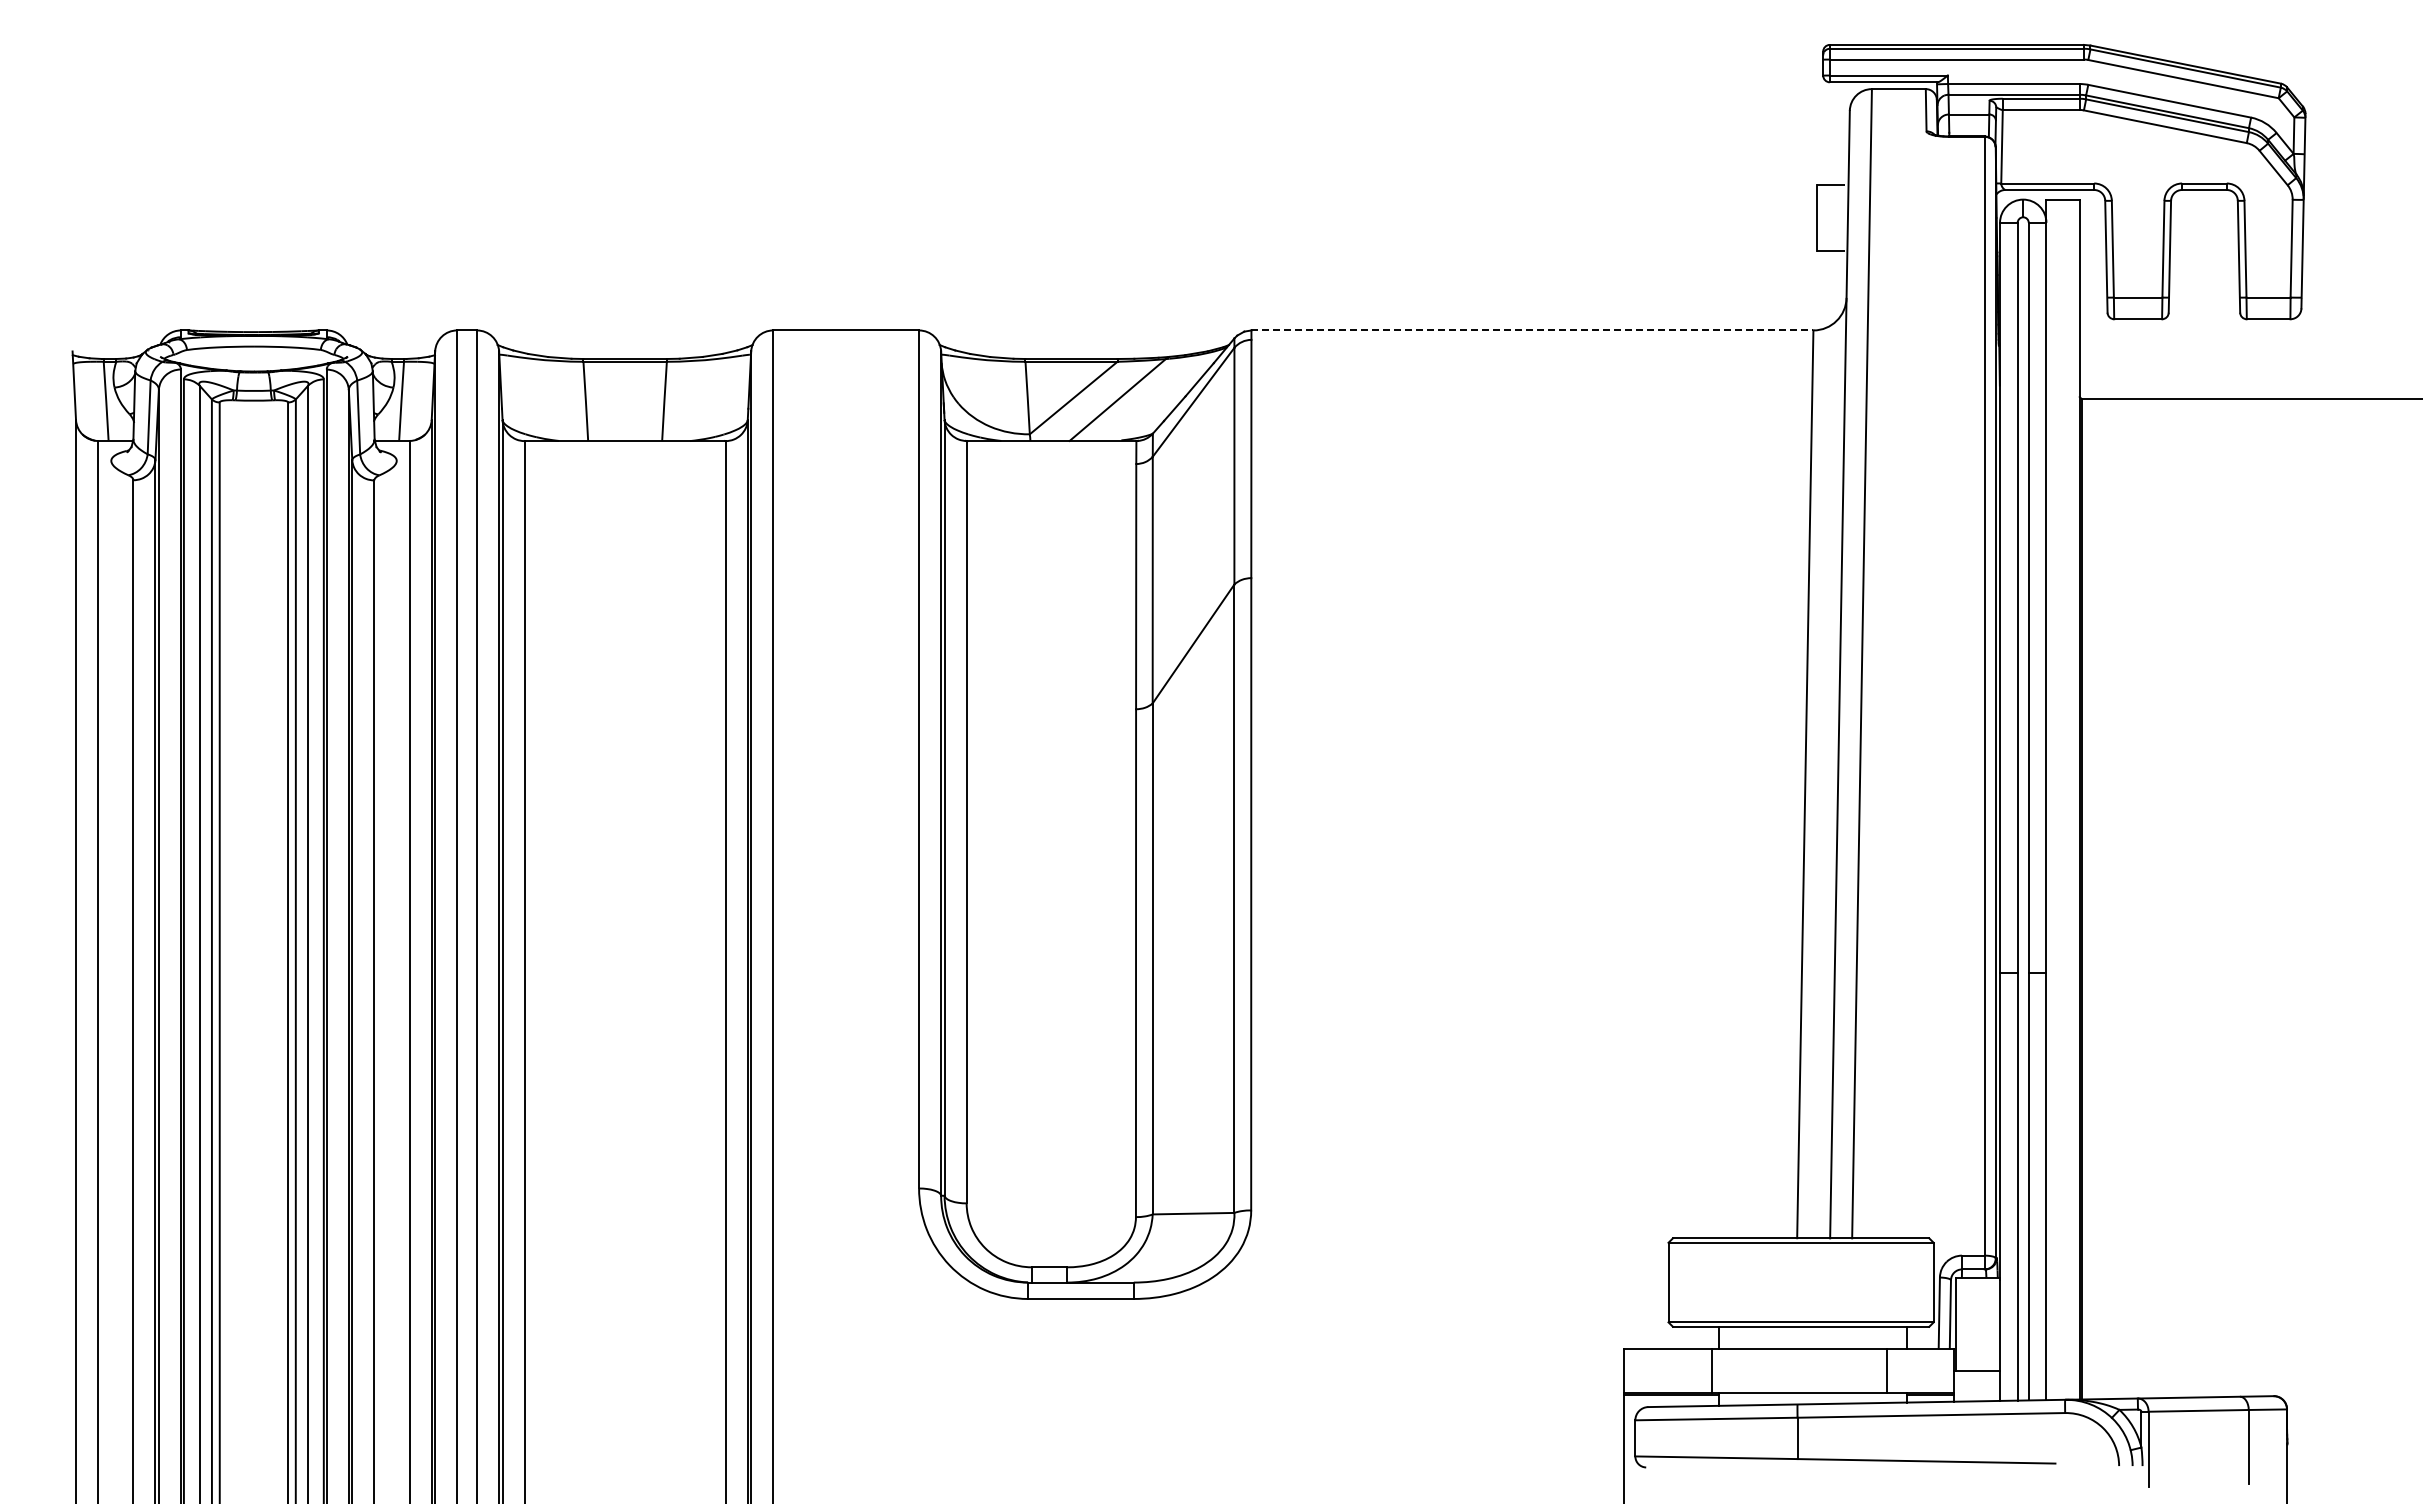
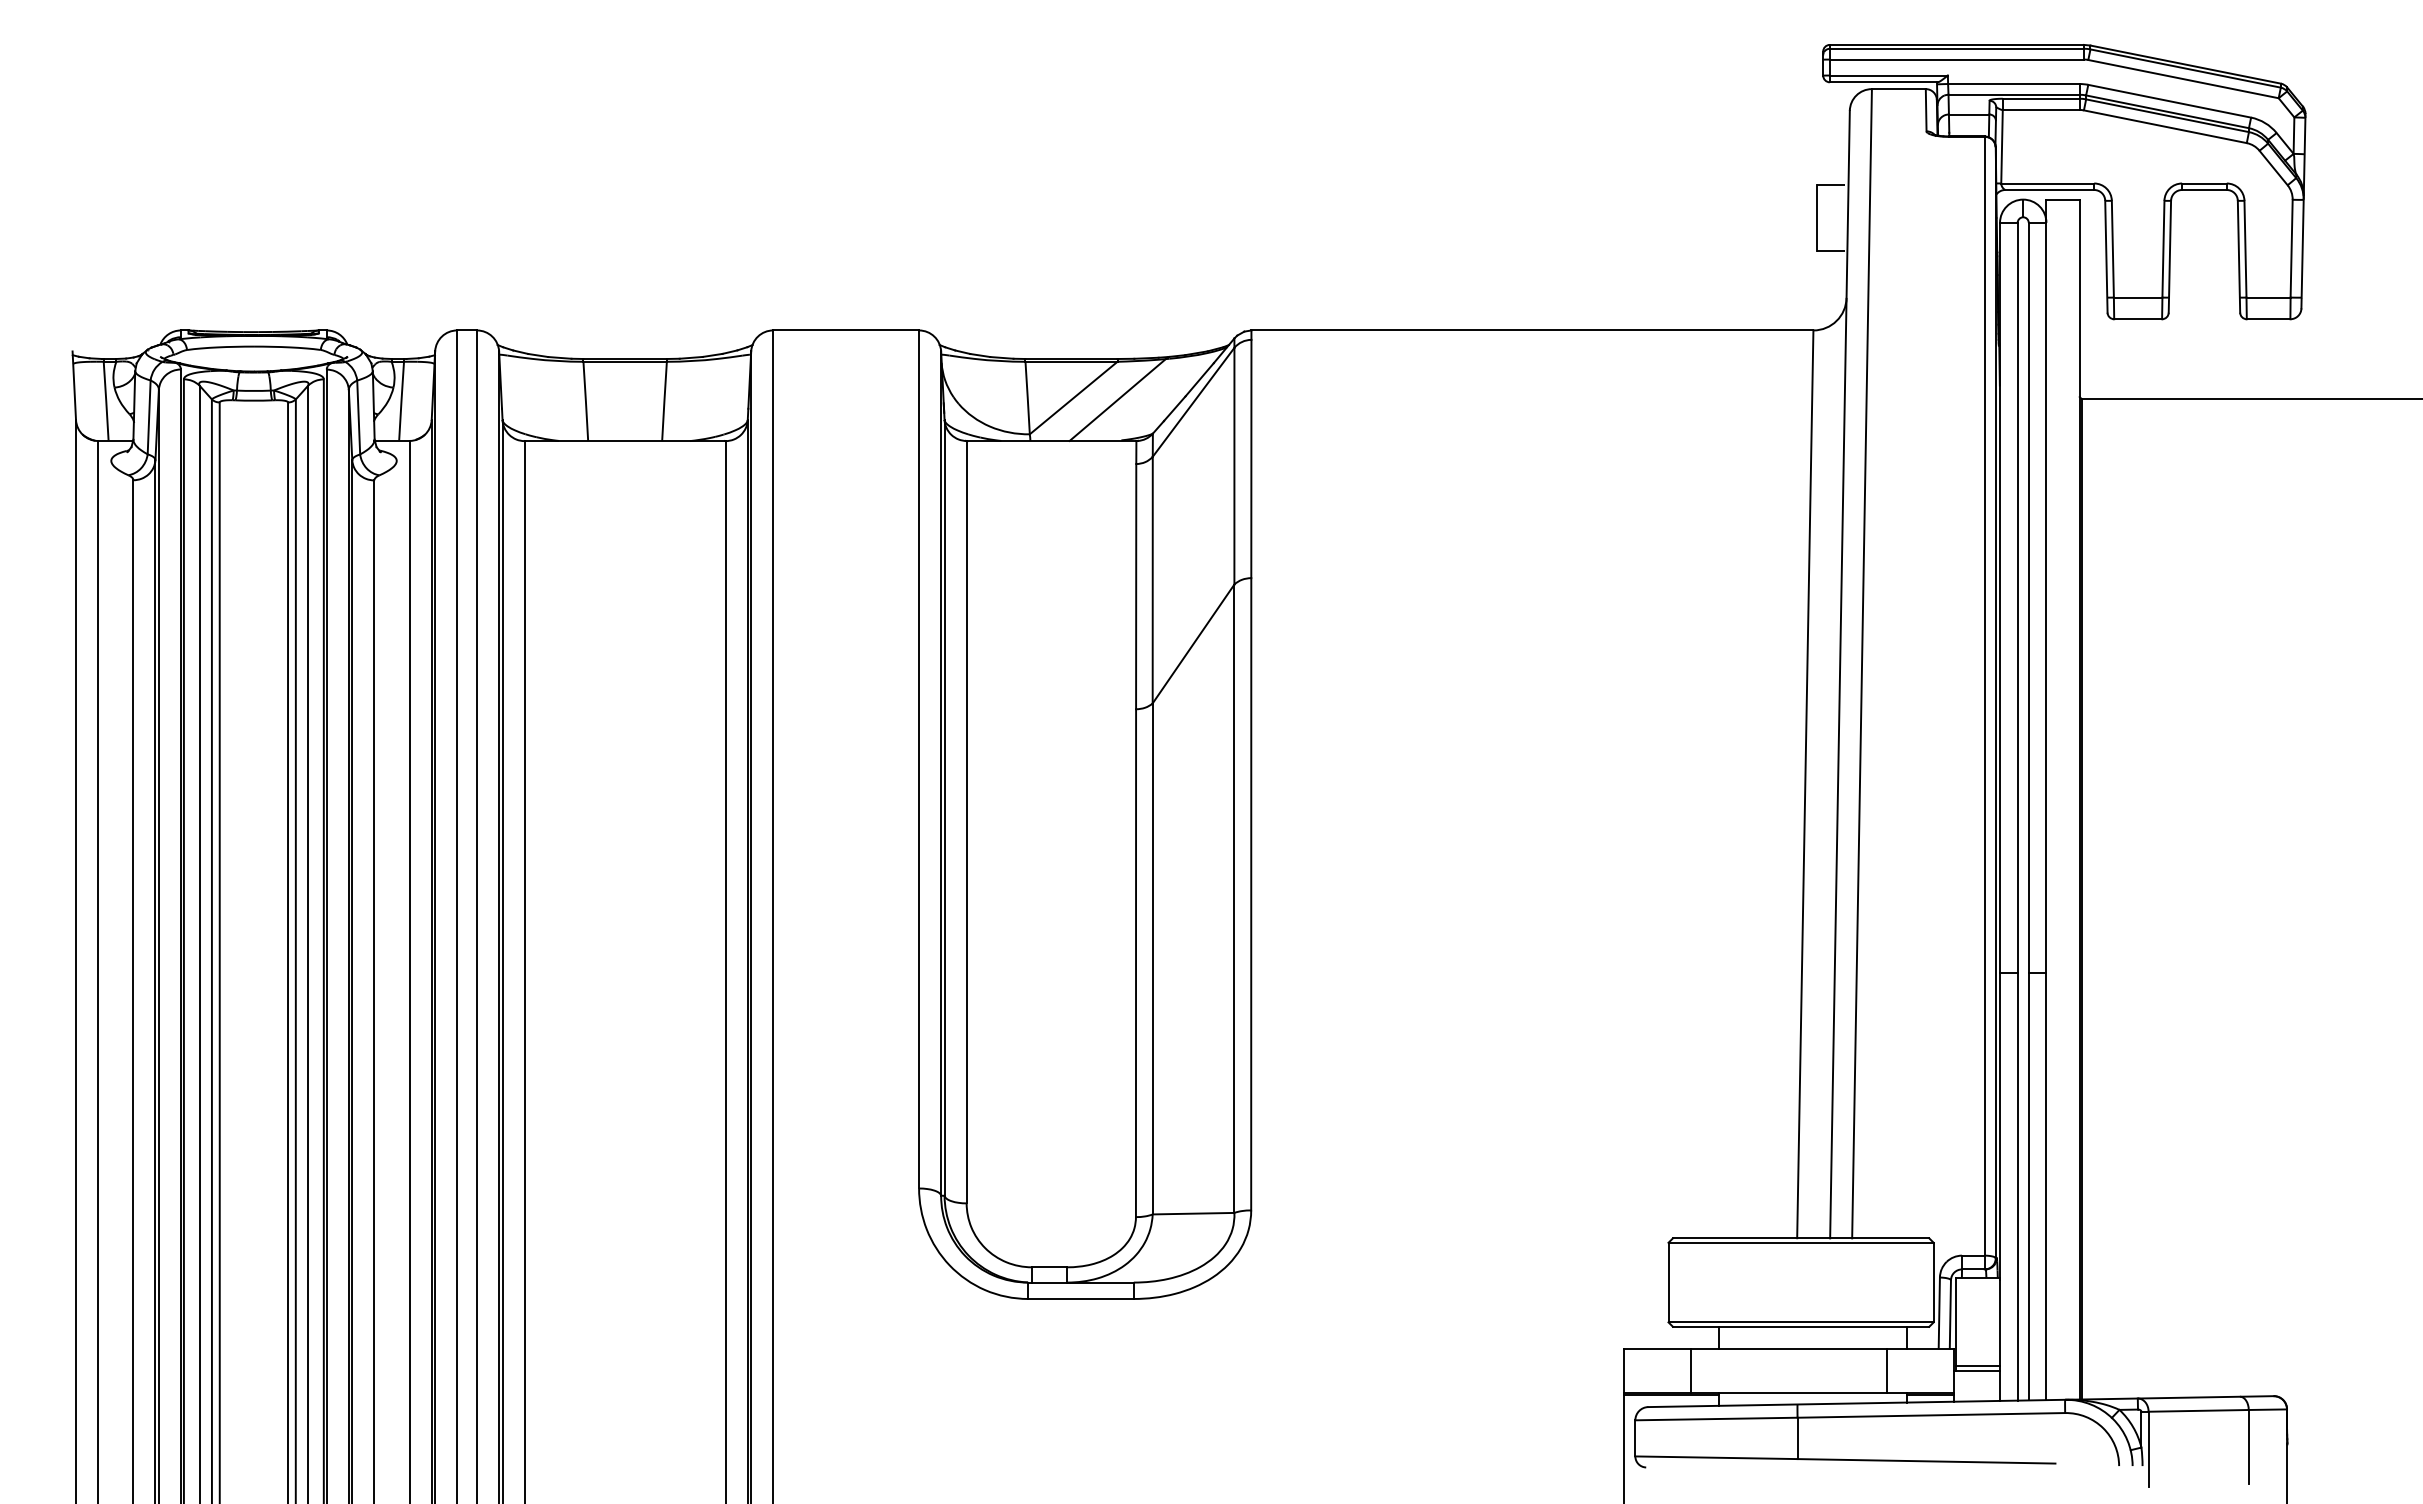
line at (1532, 330): dashed -> solid
line at (1977, 1365): none -> present
line at (1711, 1370) position: (1711, 1370) -> (1690, 1370)
